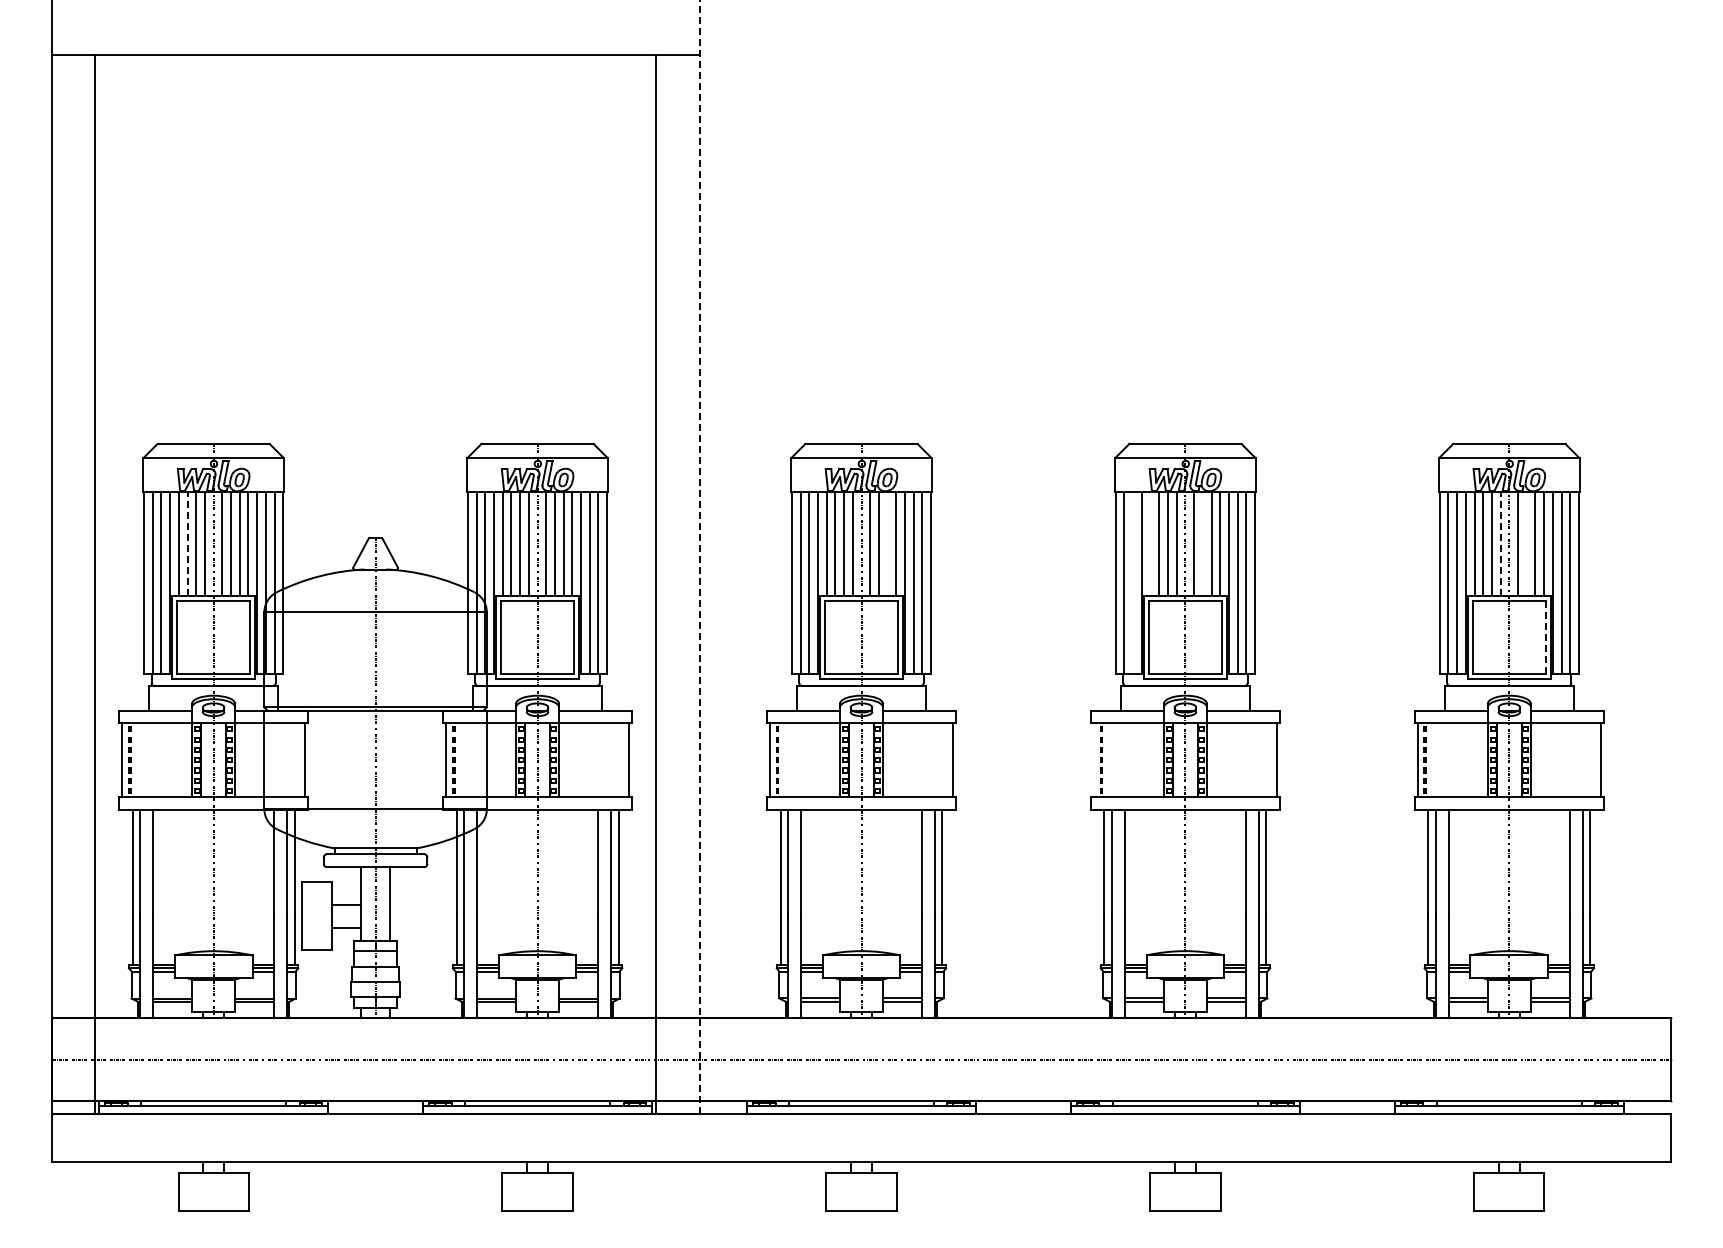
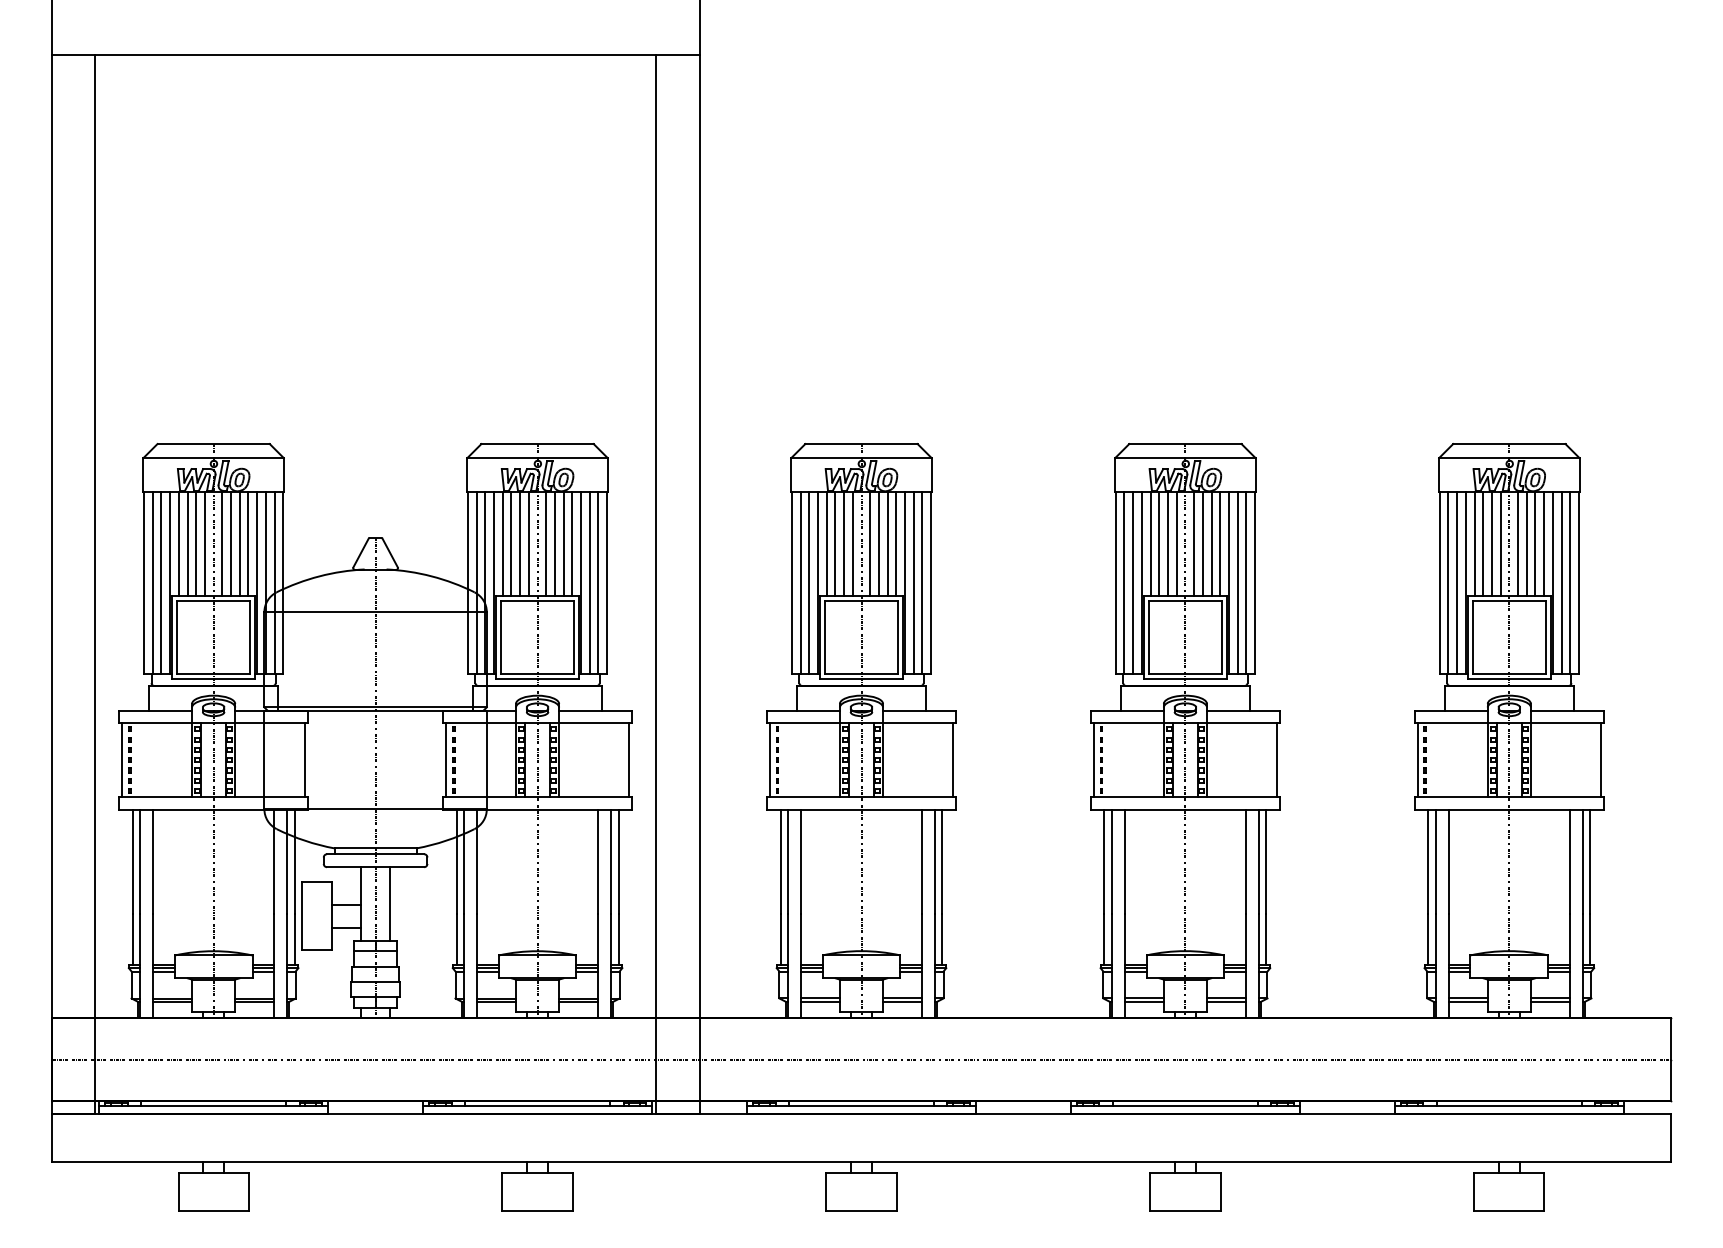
line at (887, 543): none -> present
line at (1150, 543): none -> present
line at (1202, 543): none -> present
line at (1526, 543): none -> present
line at (187, 544): dashed -> solid
line at (1500, 544): dashed -> solid
line at (699, 556): dashed -> solid
line at (1133, 582): none -> present
line at (1545, 637): dashed -> solid
line at (1093, 760): none -> present
